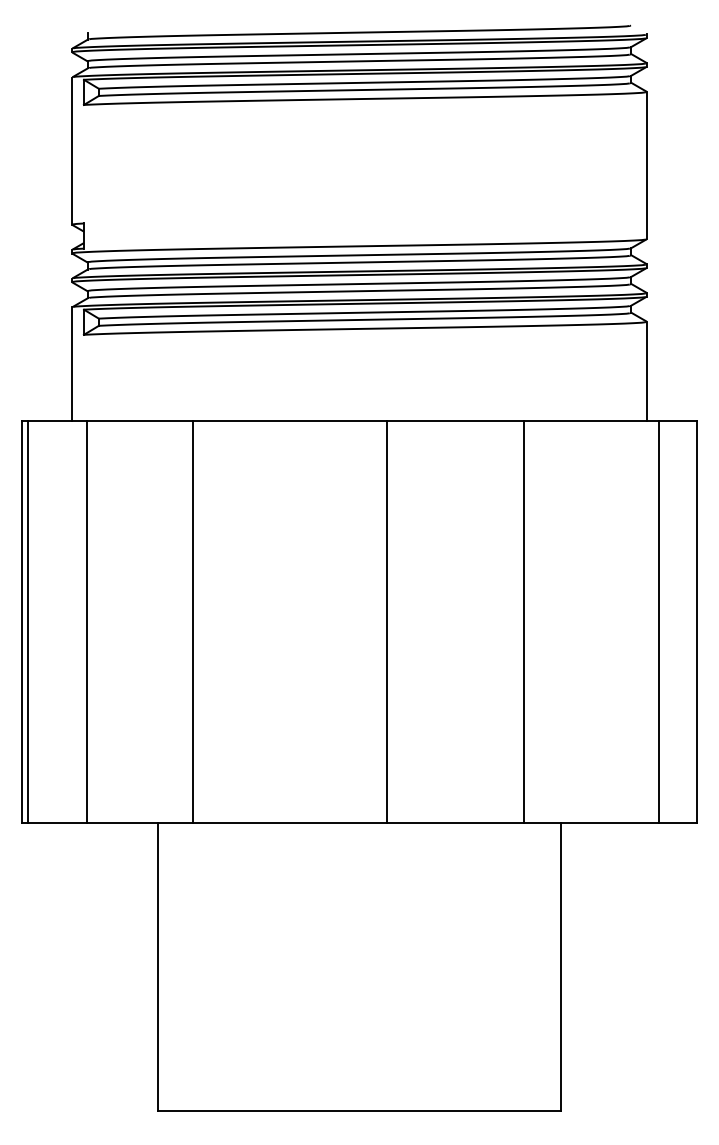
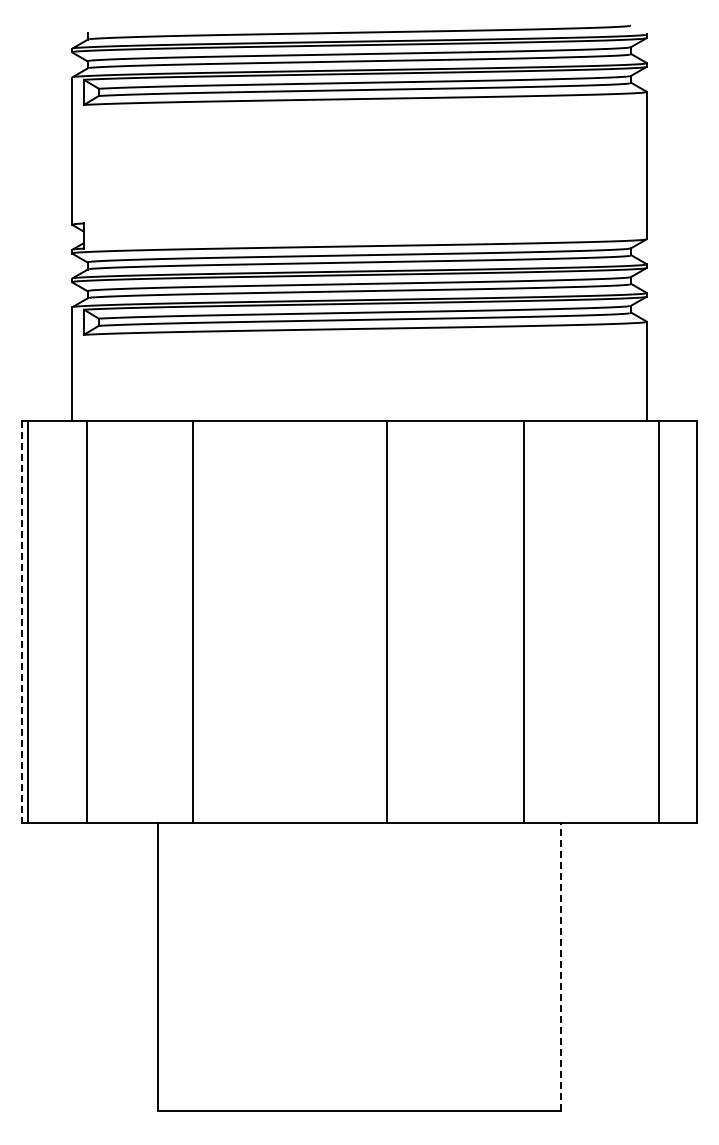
line at (21, 622): solid -> dashed
line at (560, 966): solid -> dashed
